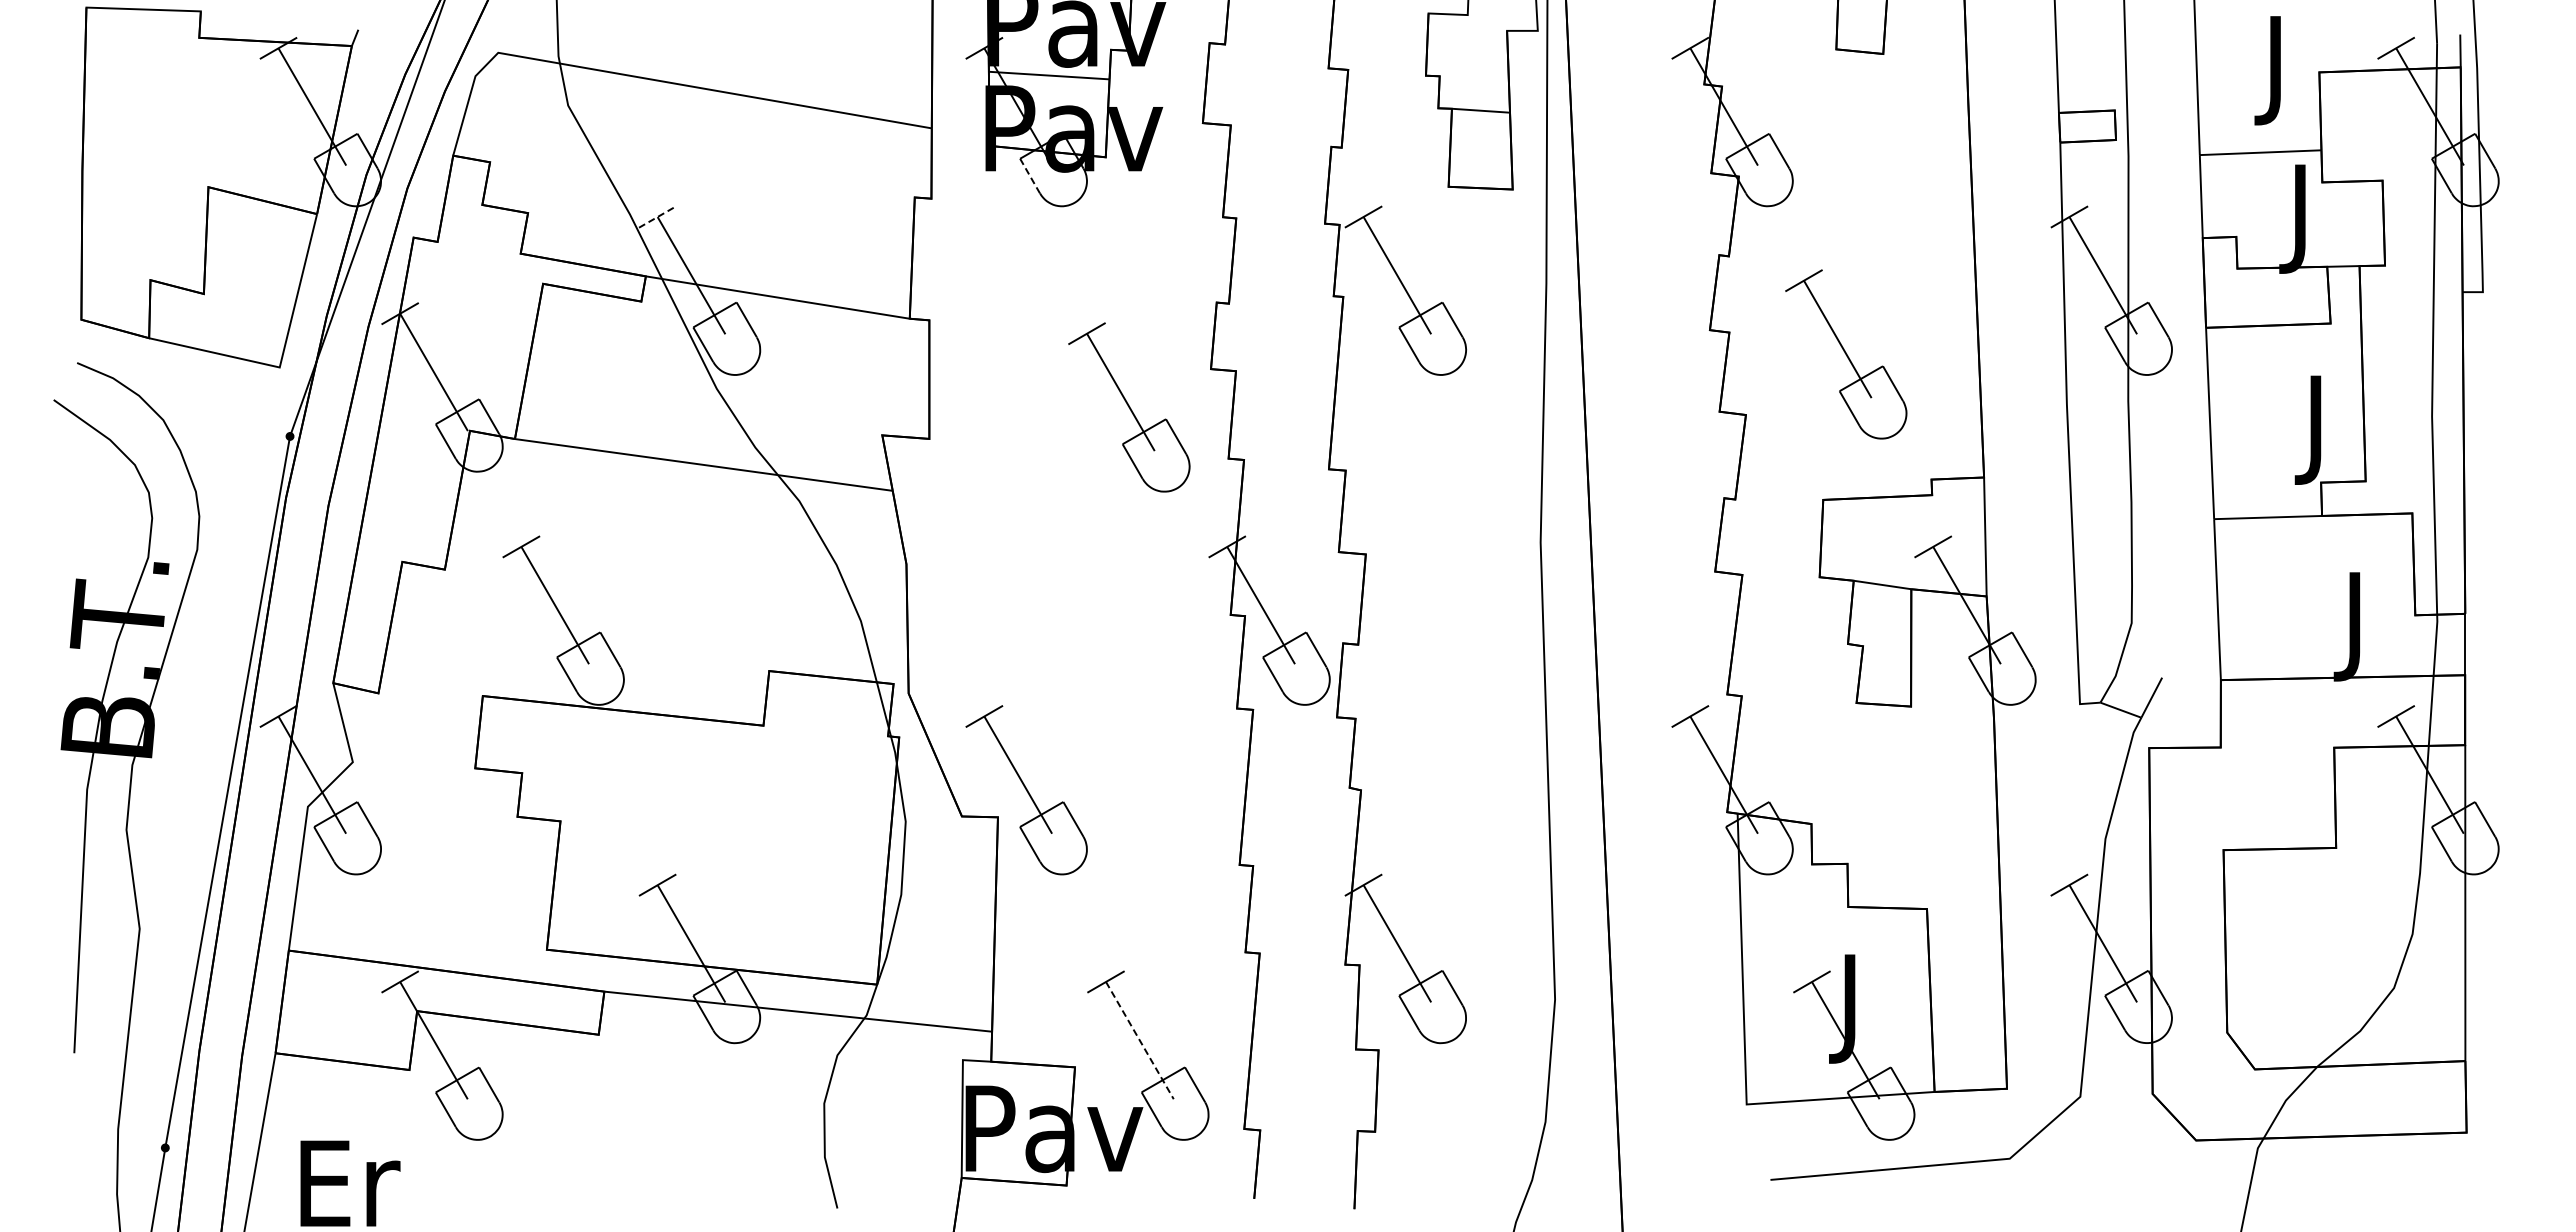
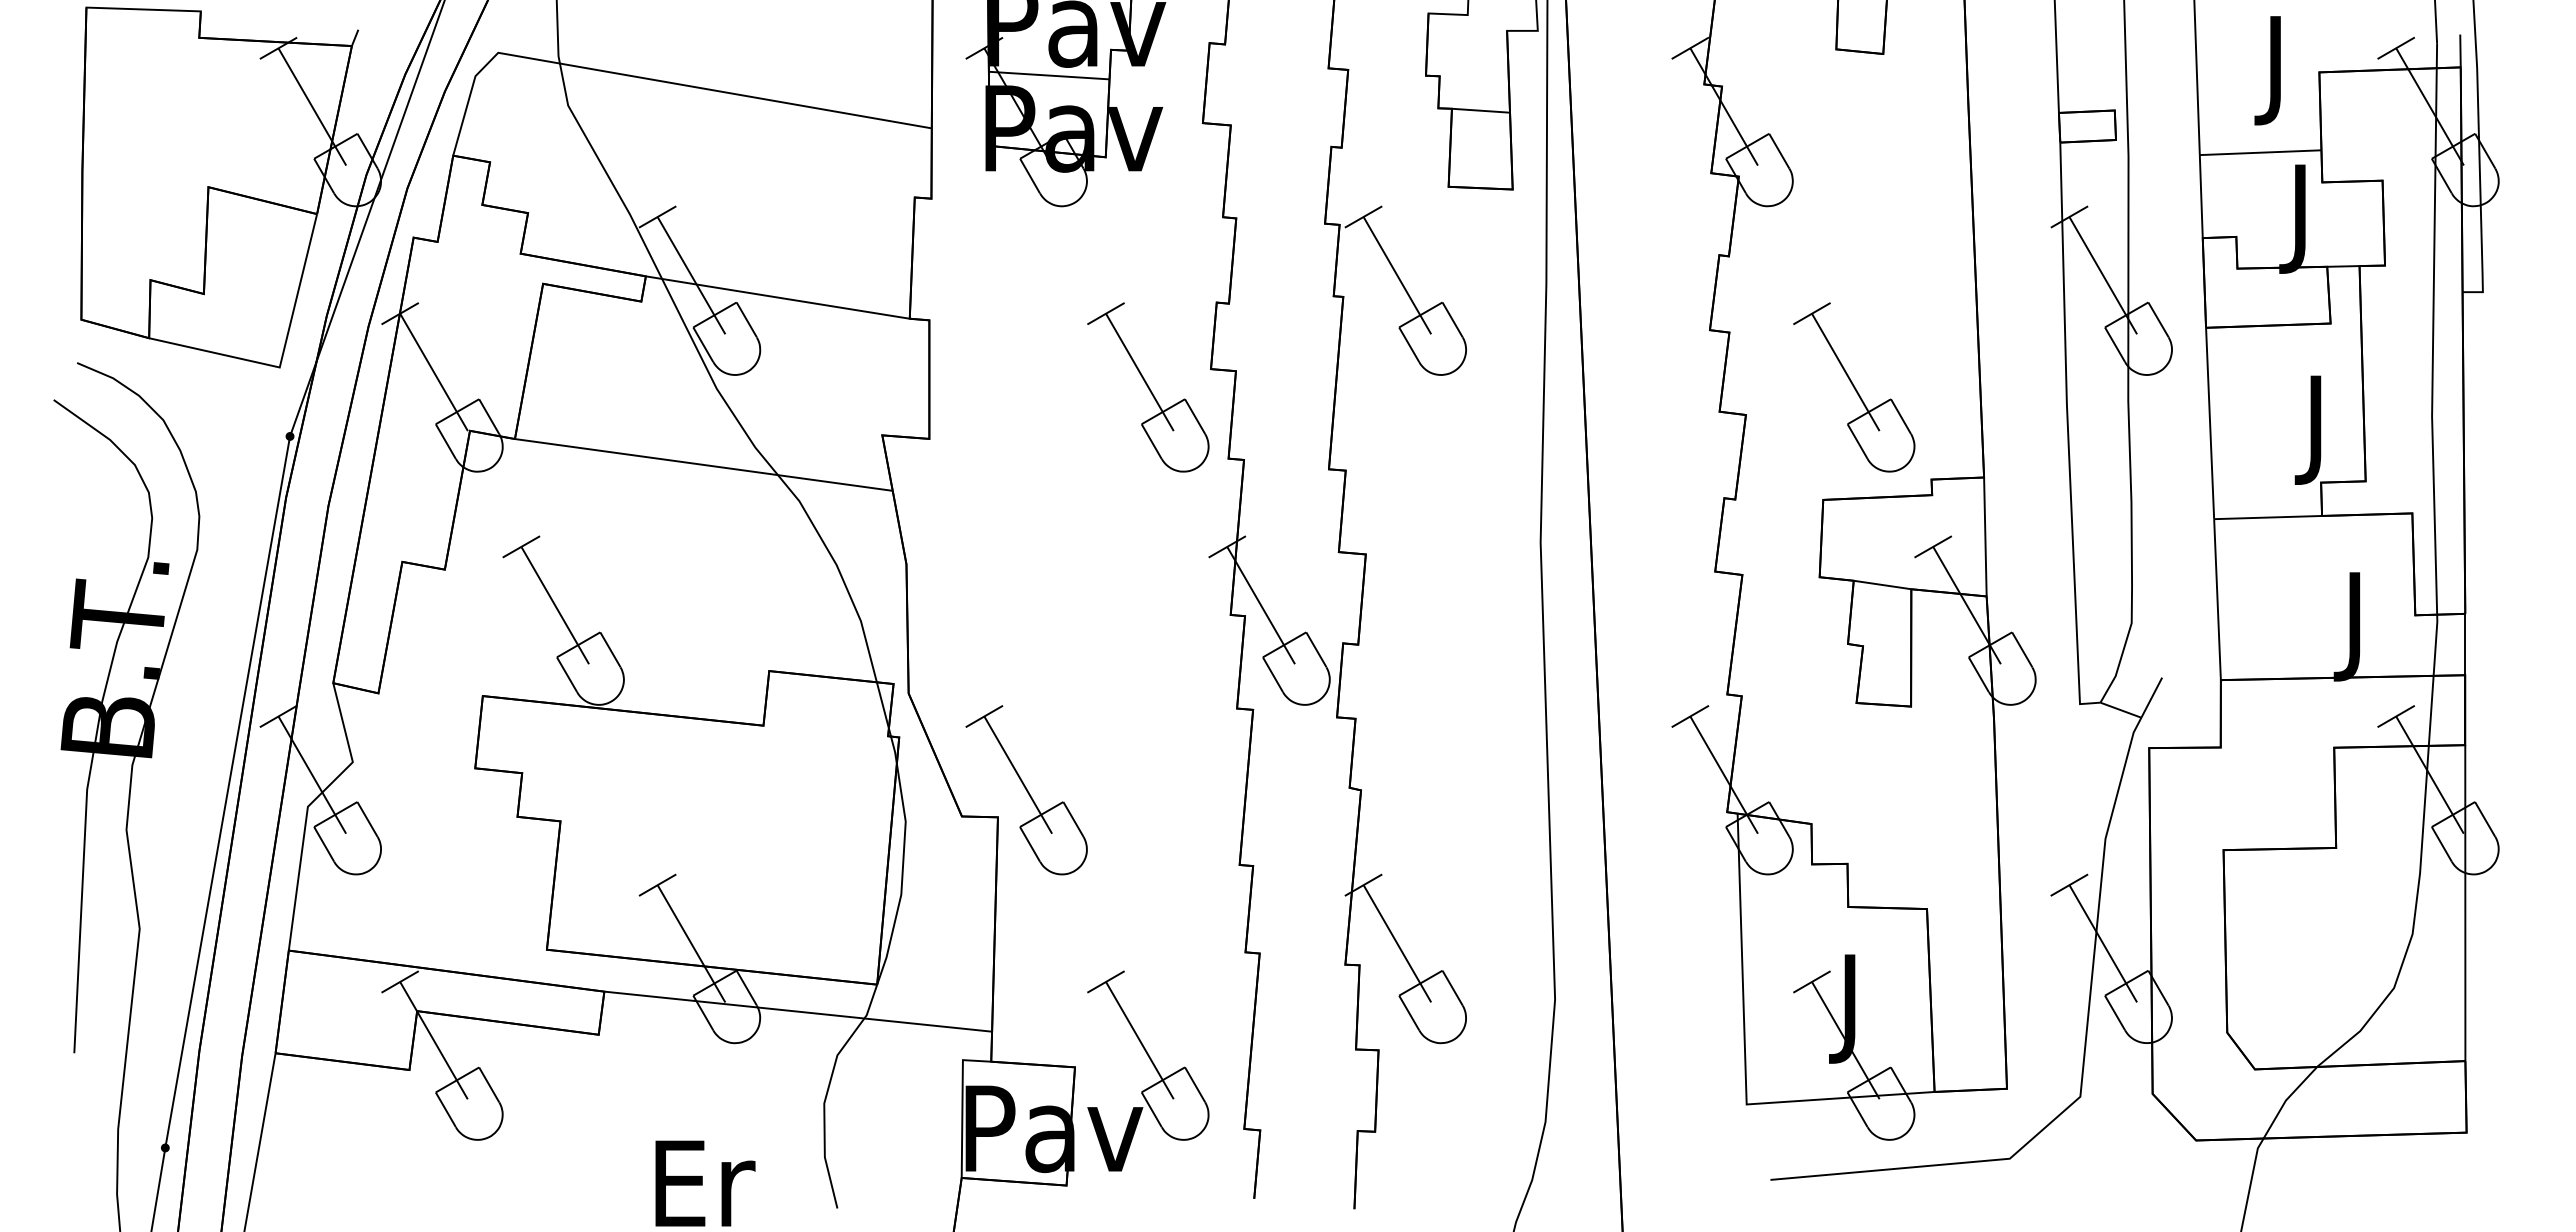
line at (1030, 176): dashed -> solid
line at (658, 216): dashed -> solid
part at (1846, 354) position: (1846, 354) -> (1854, 387)
part at (1129, 407) position: (1129, 407) -> (1148, 387)
line at (1139, 1040): dashed -> solid
text at (350, 1183) position: (350, 1183) -> (705, 1183)
